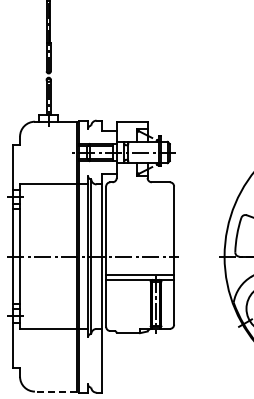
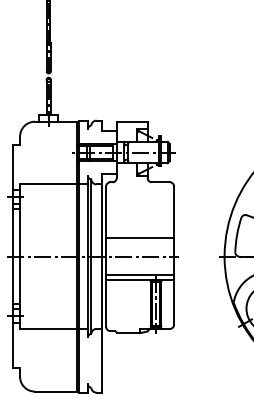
line at (140, 237): none -> present
line at (55, 391): dashed -> solid
